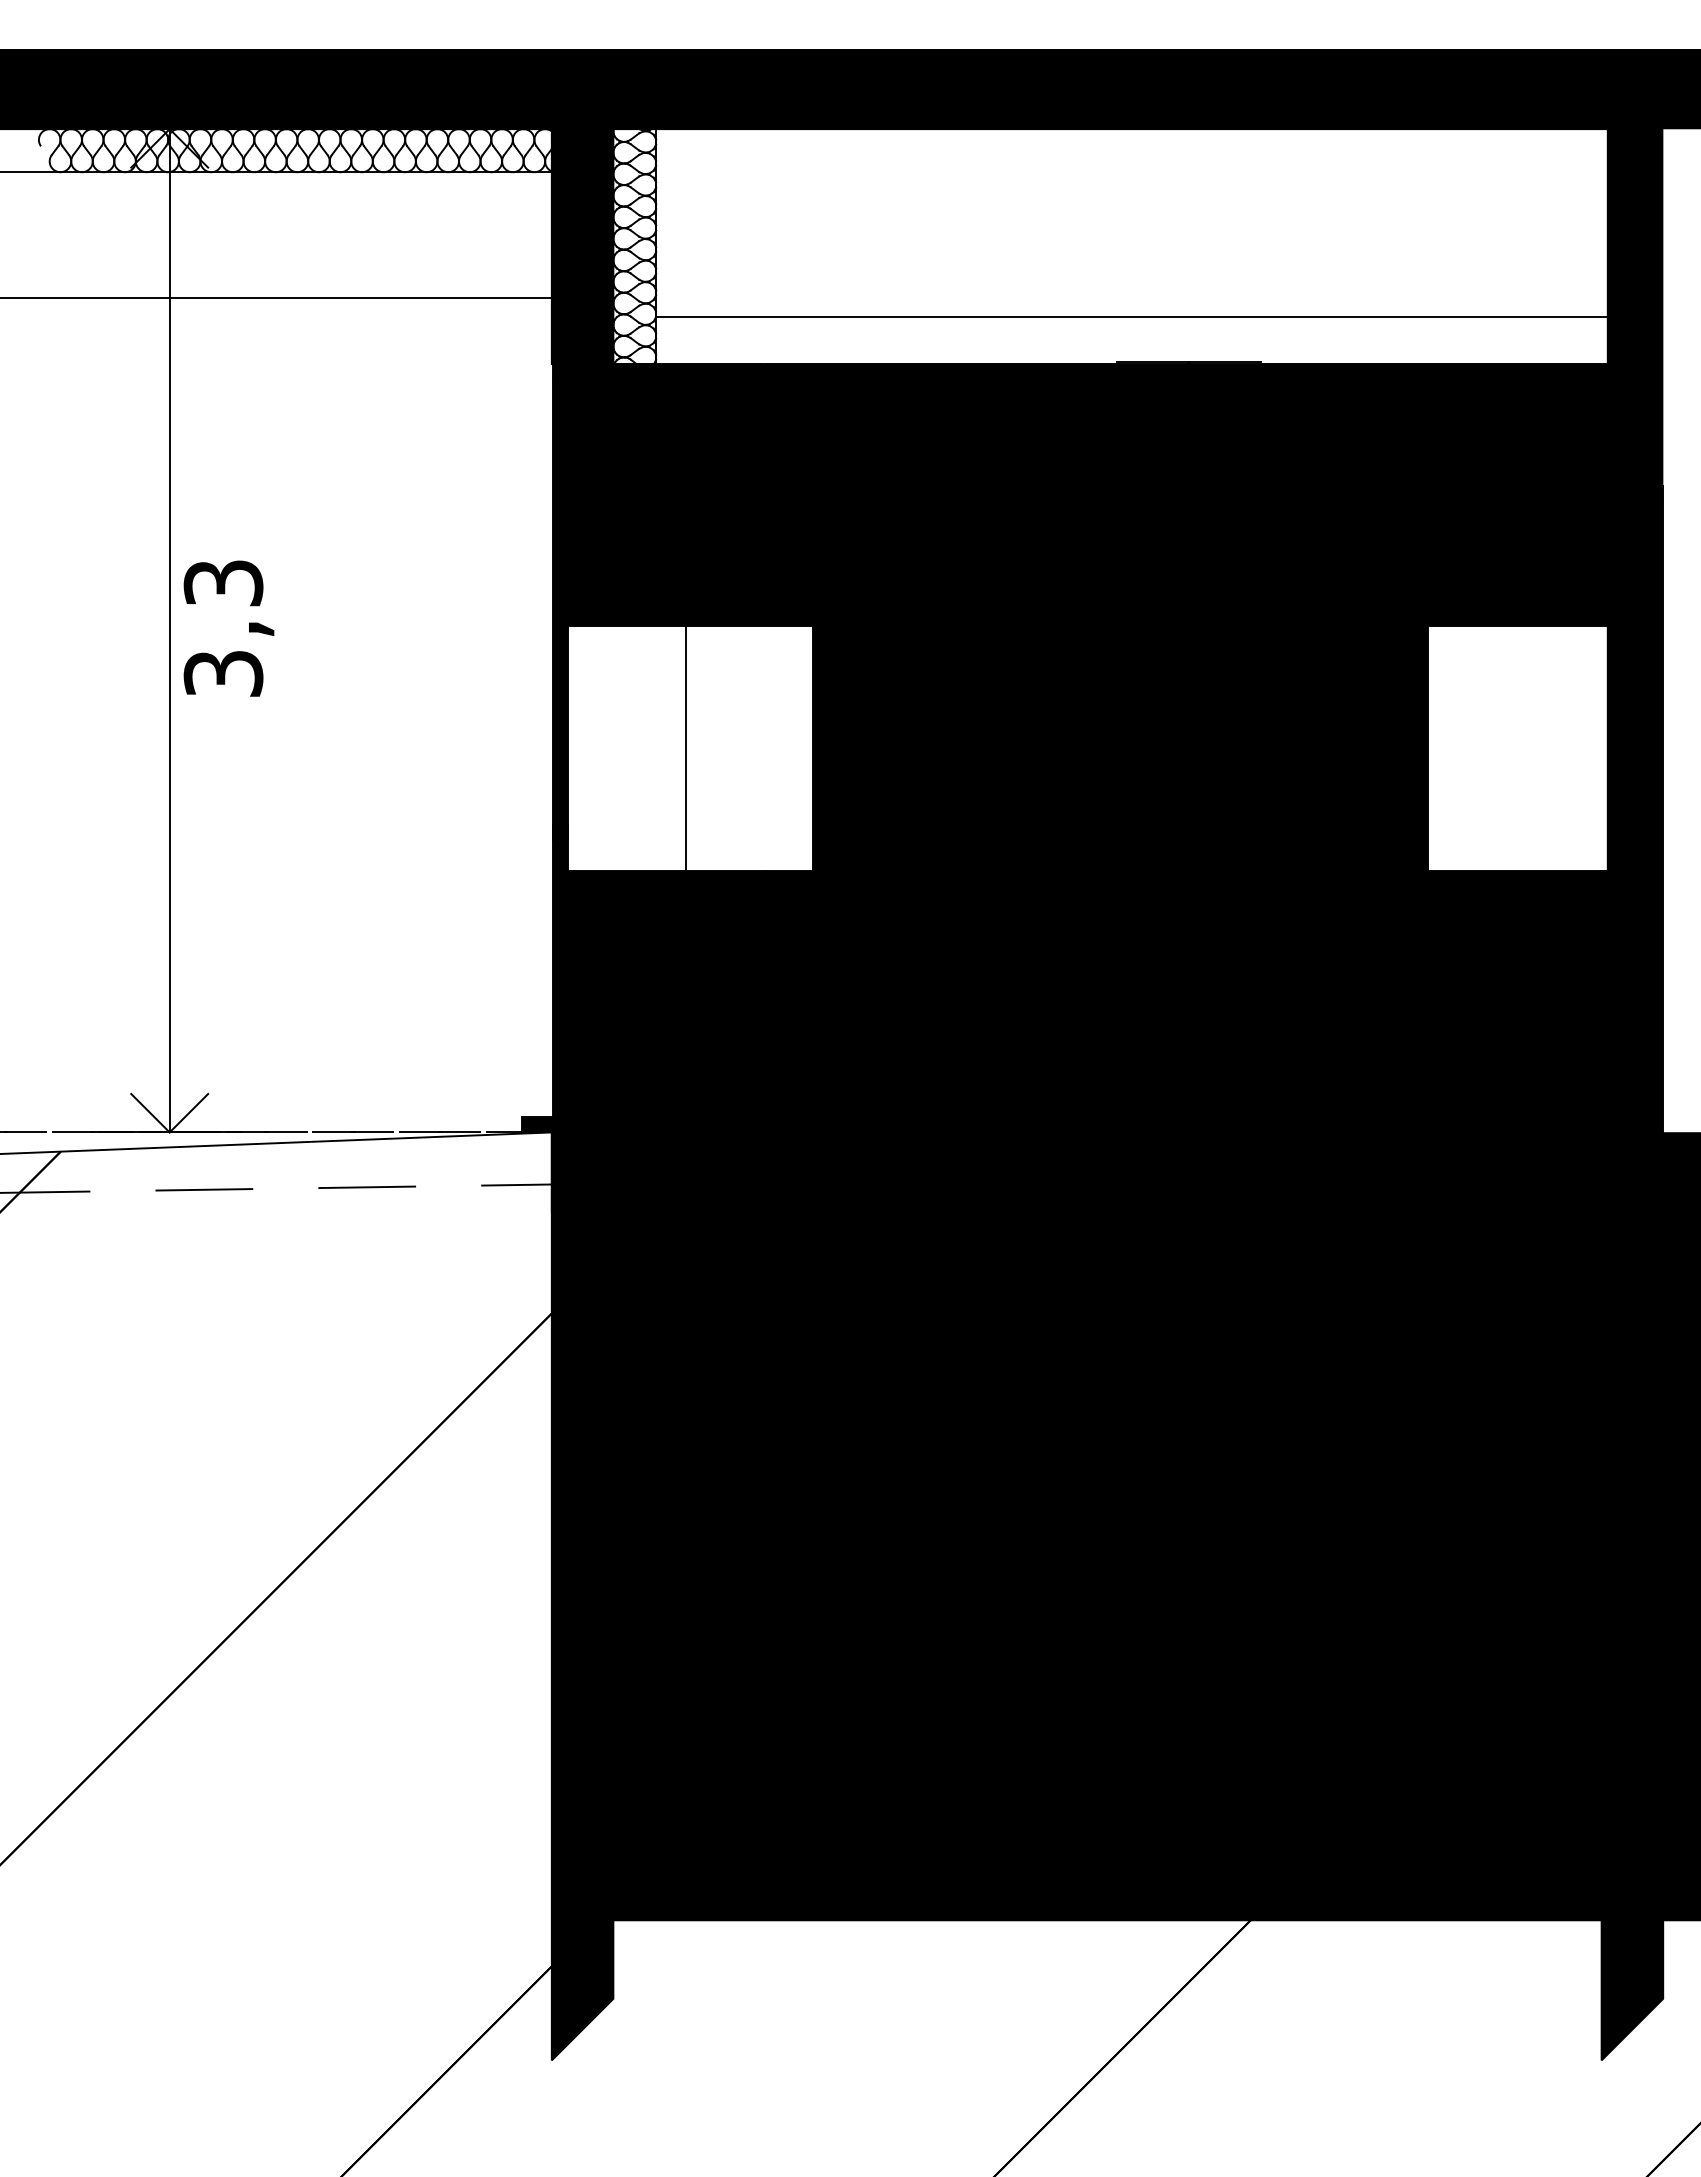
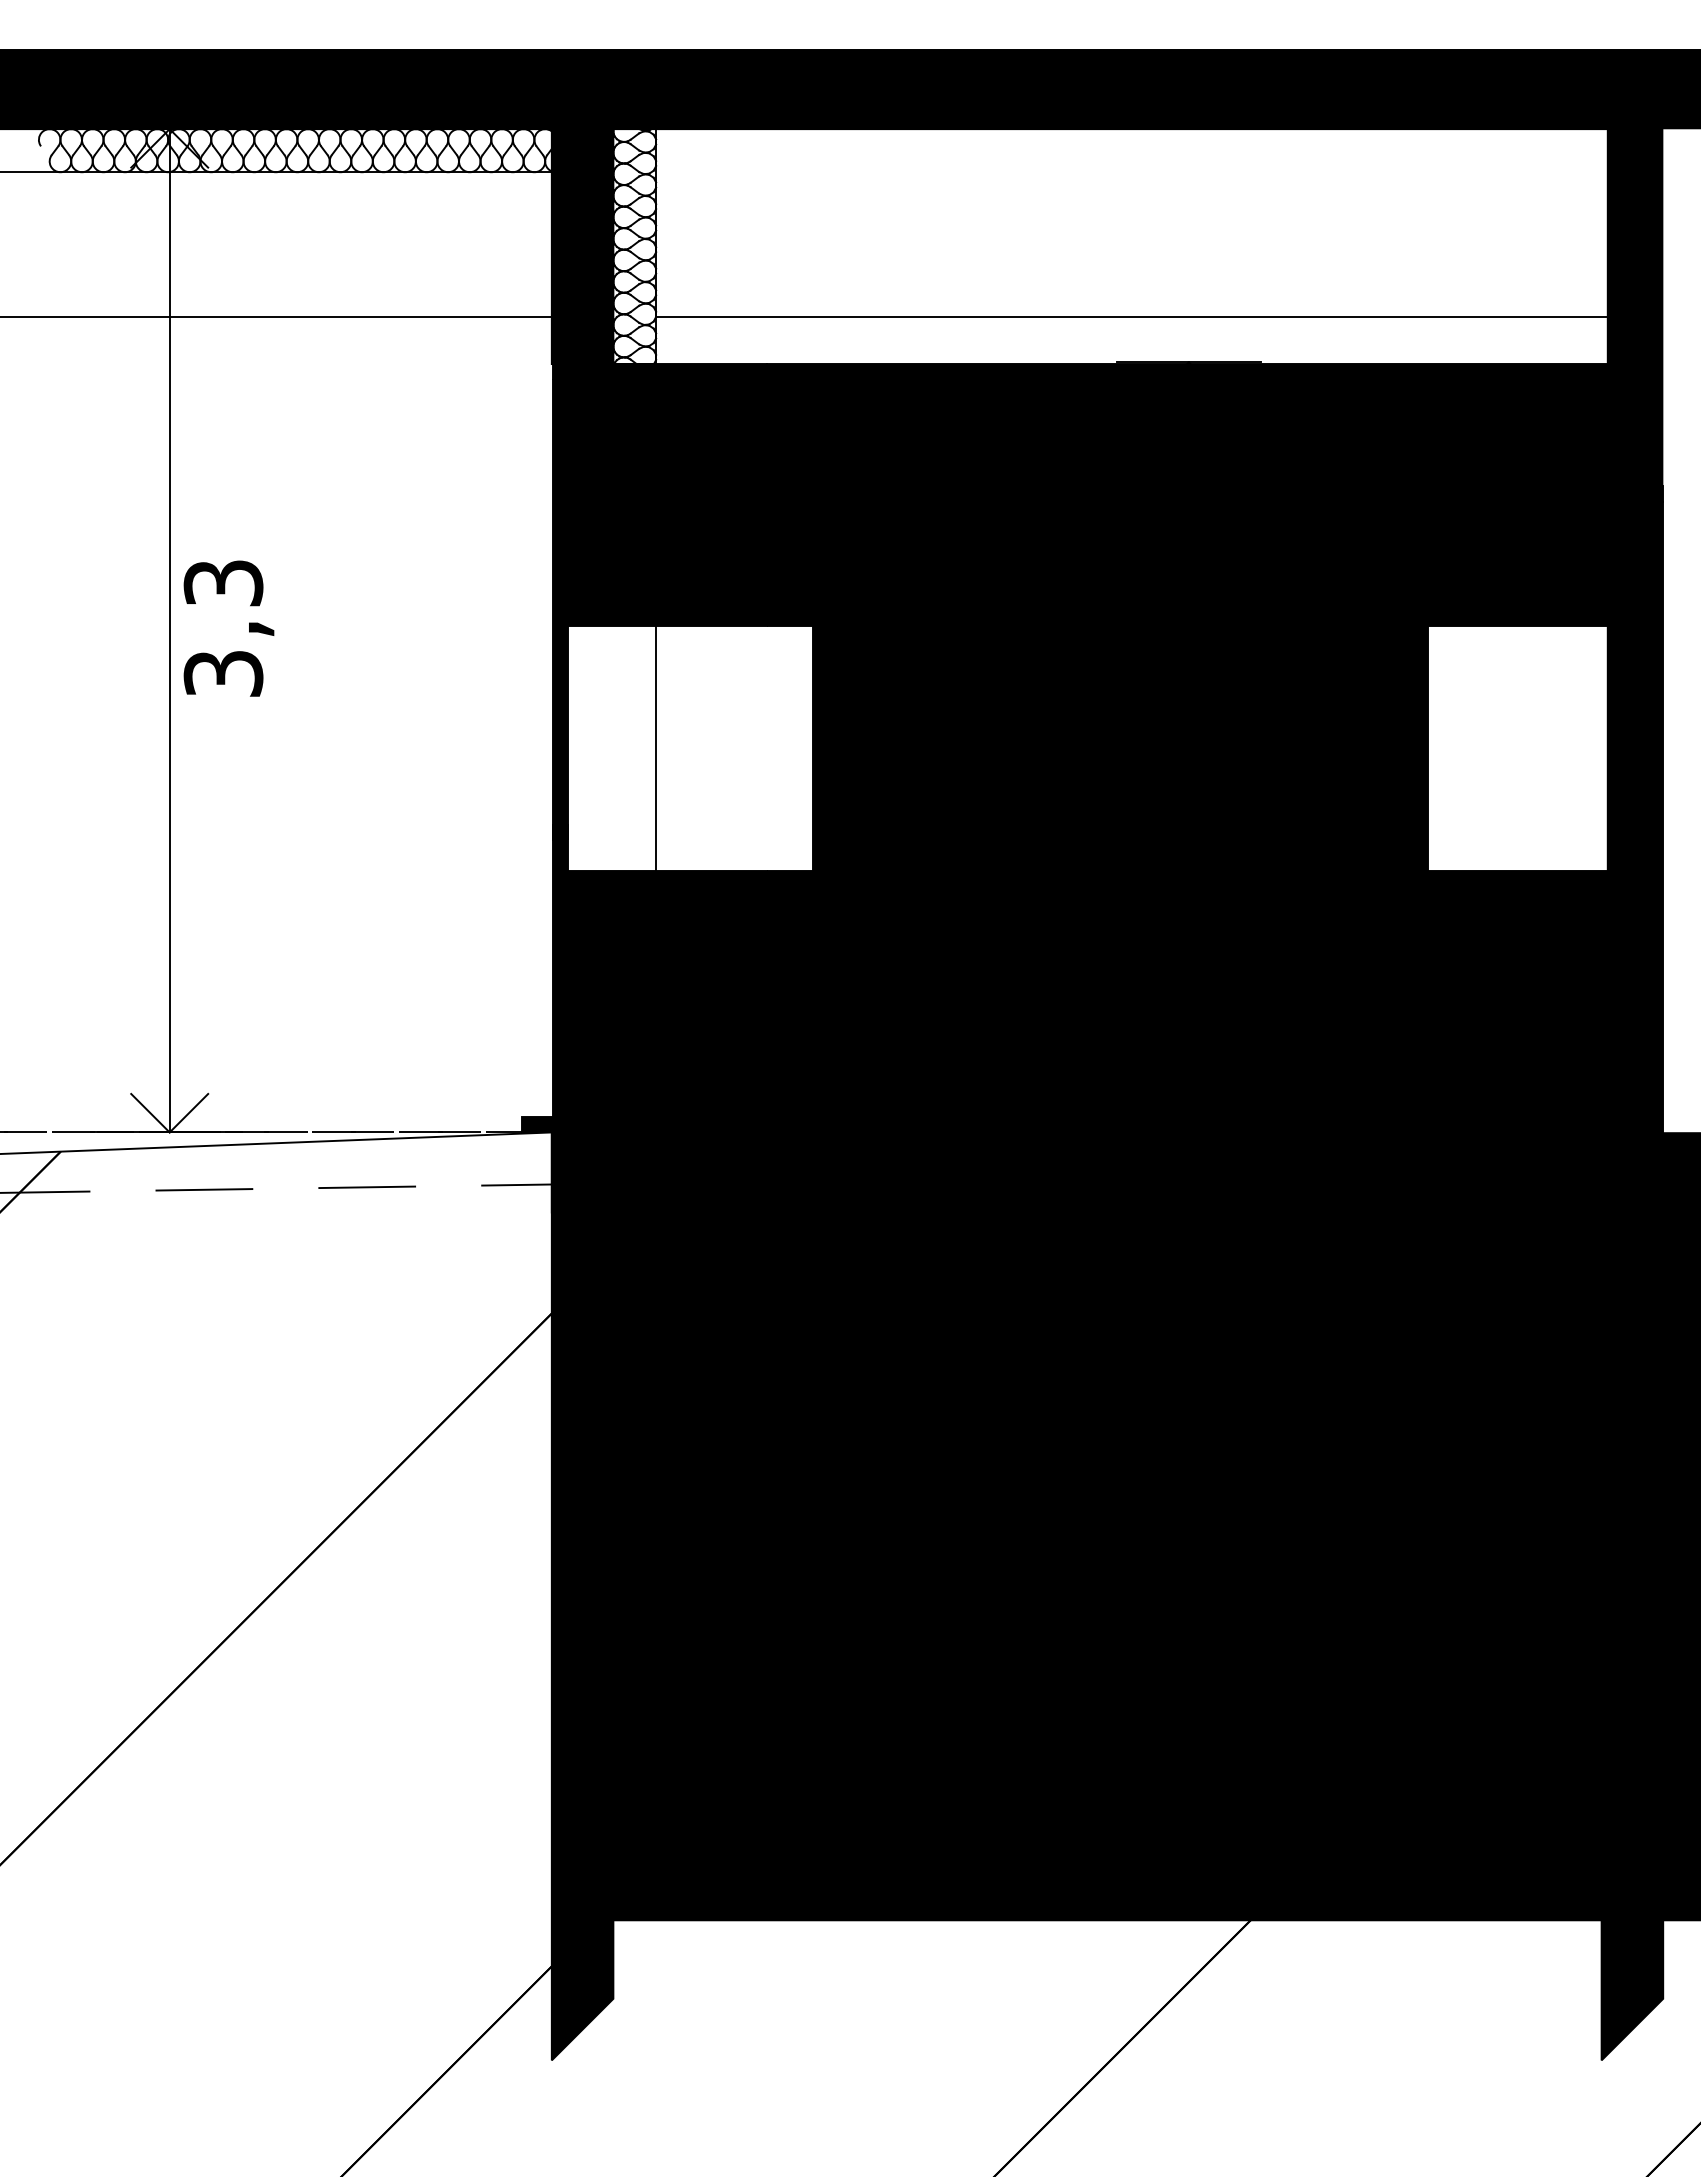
line at (276, 297) position: (276, 297) -> (276, 316)
line at (686, 747) position: (686, 747) -> (656, 747)
